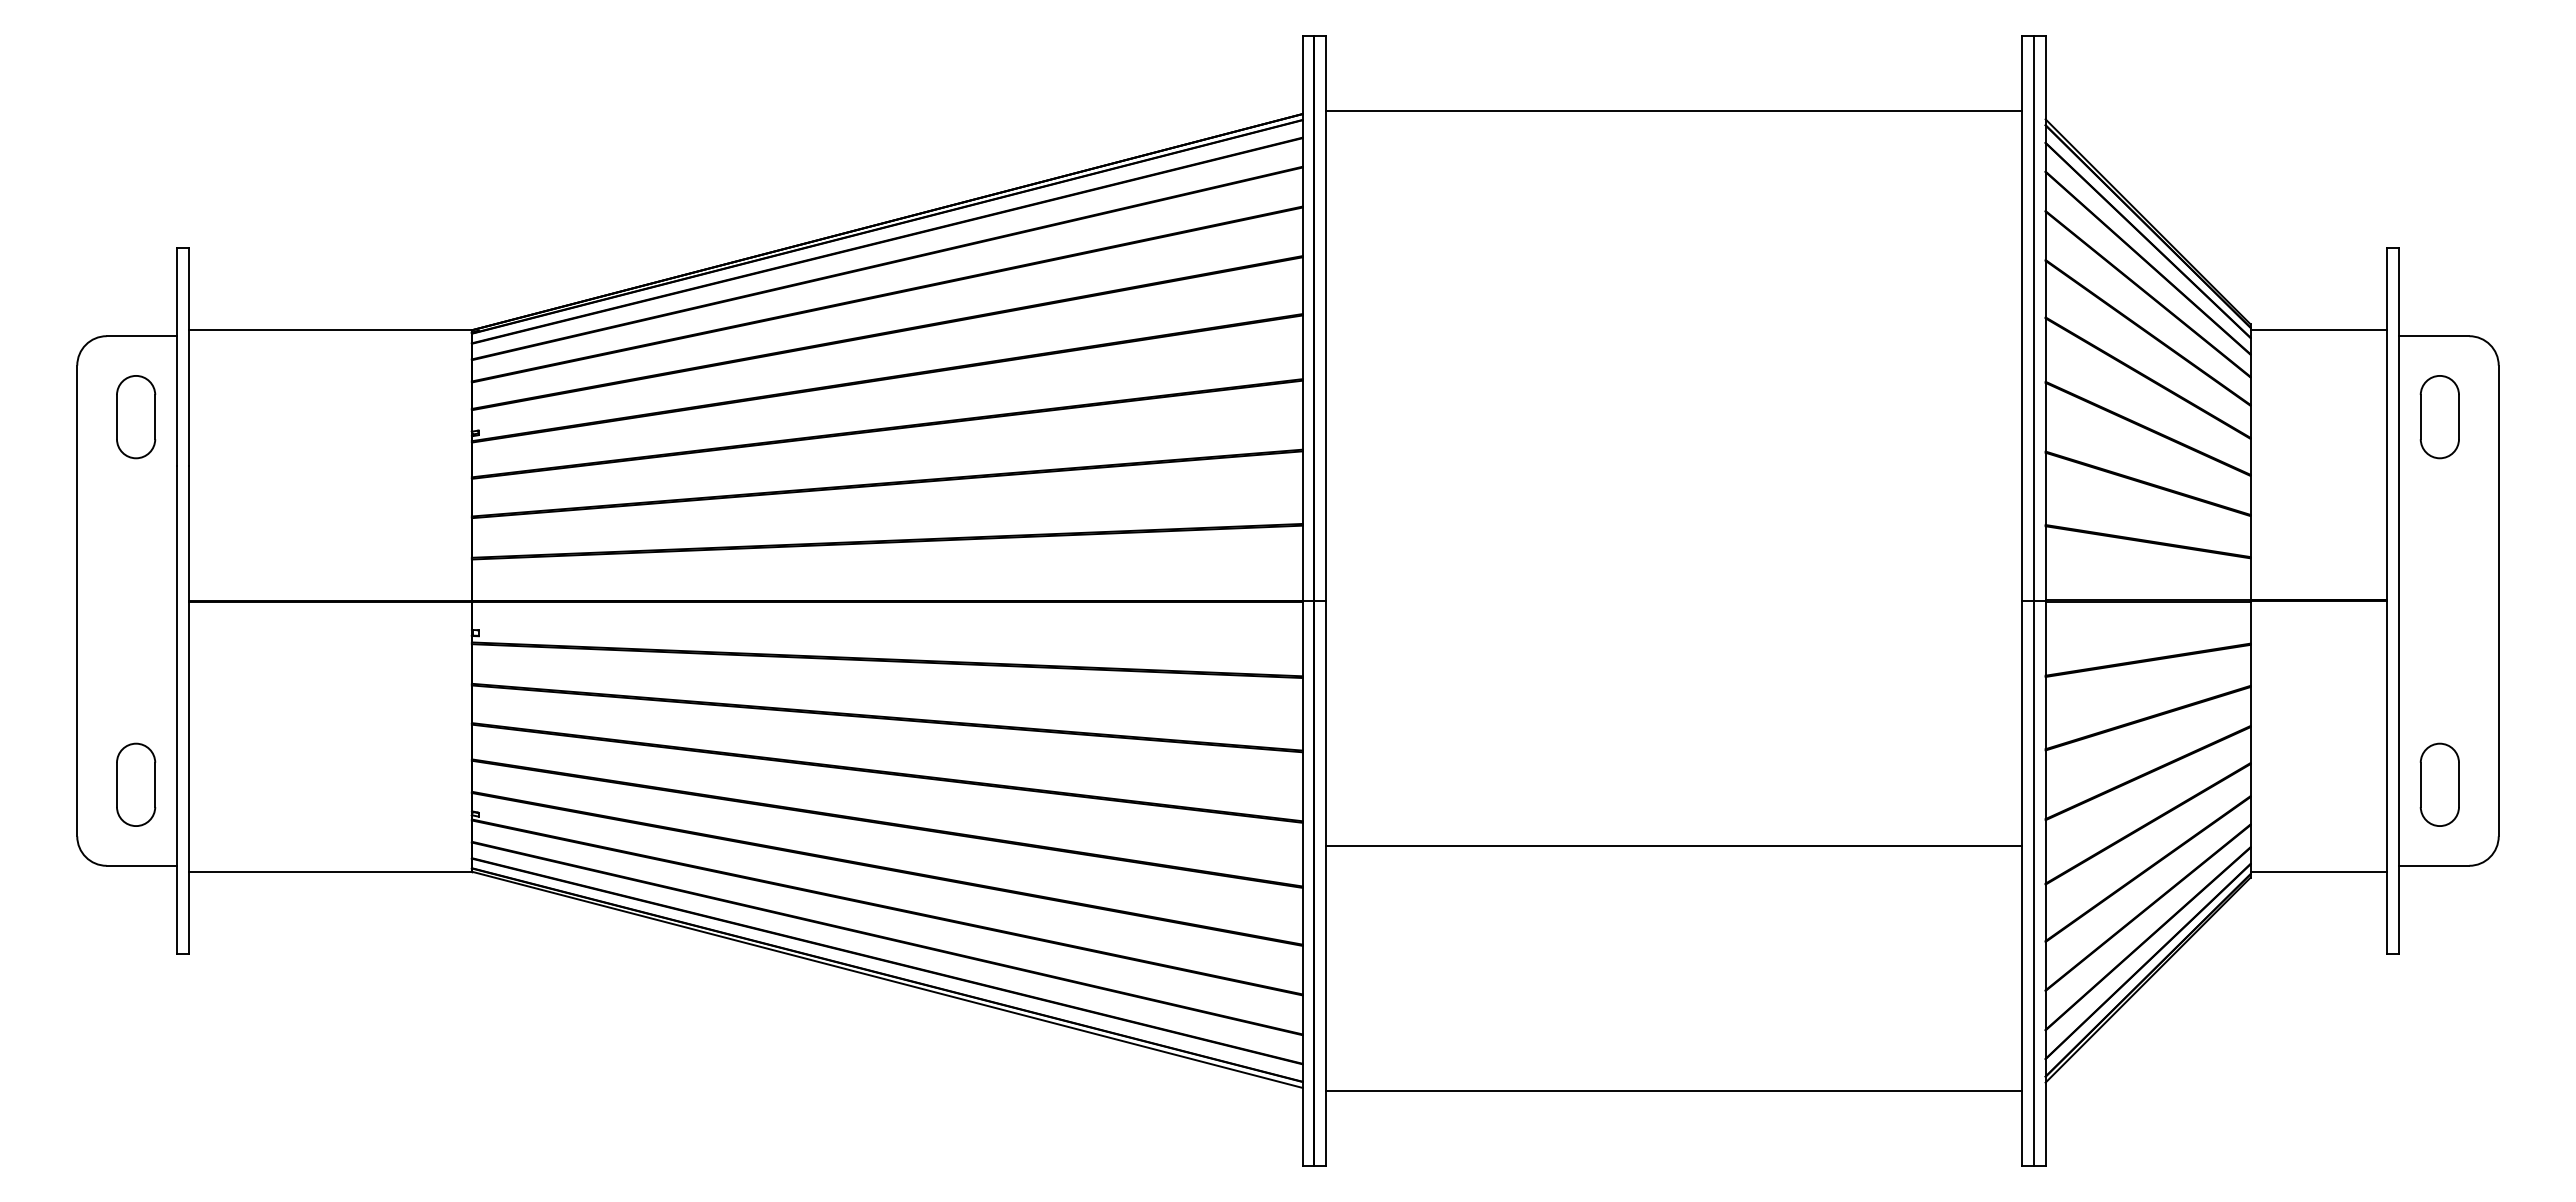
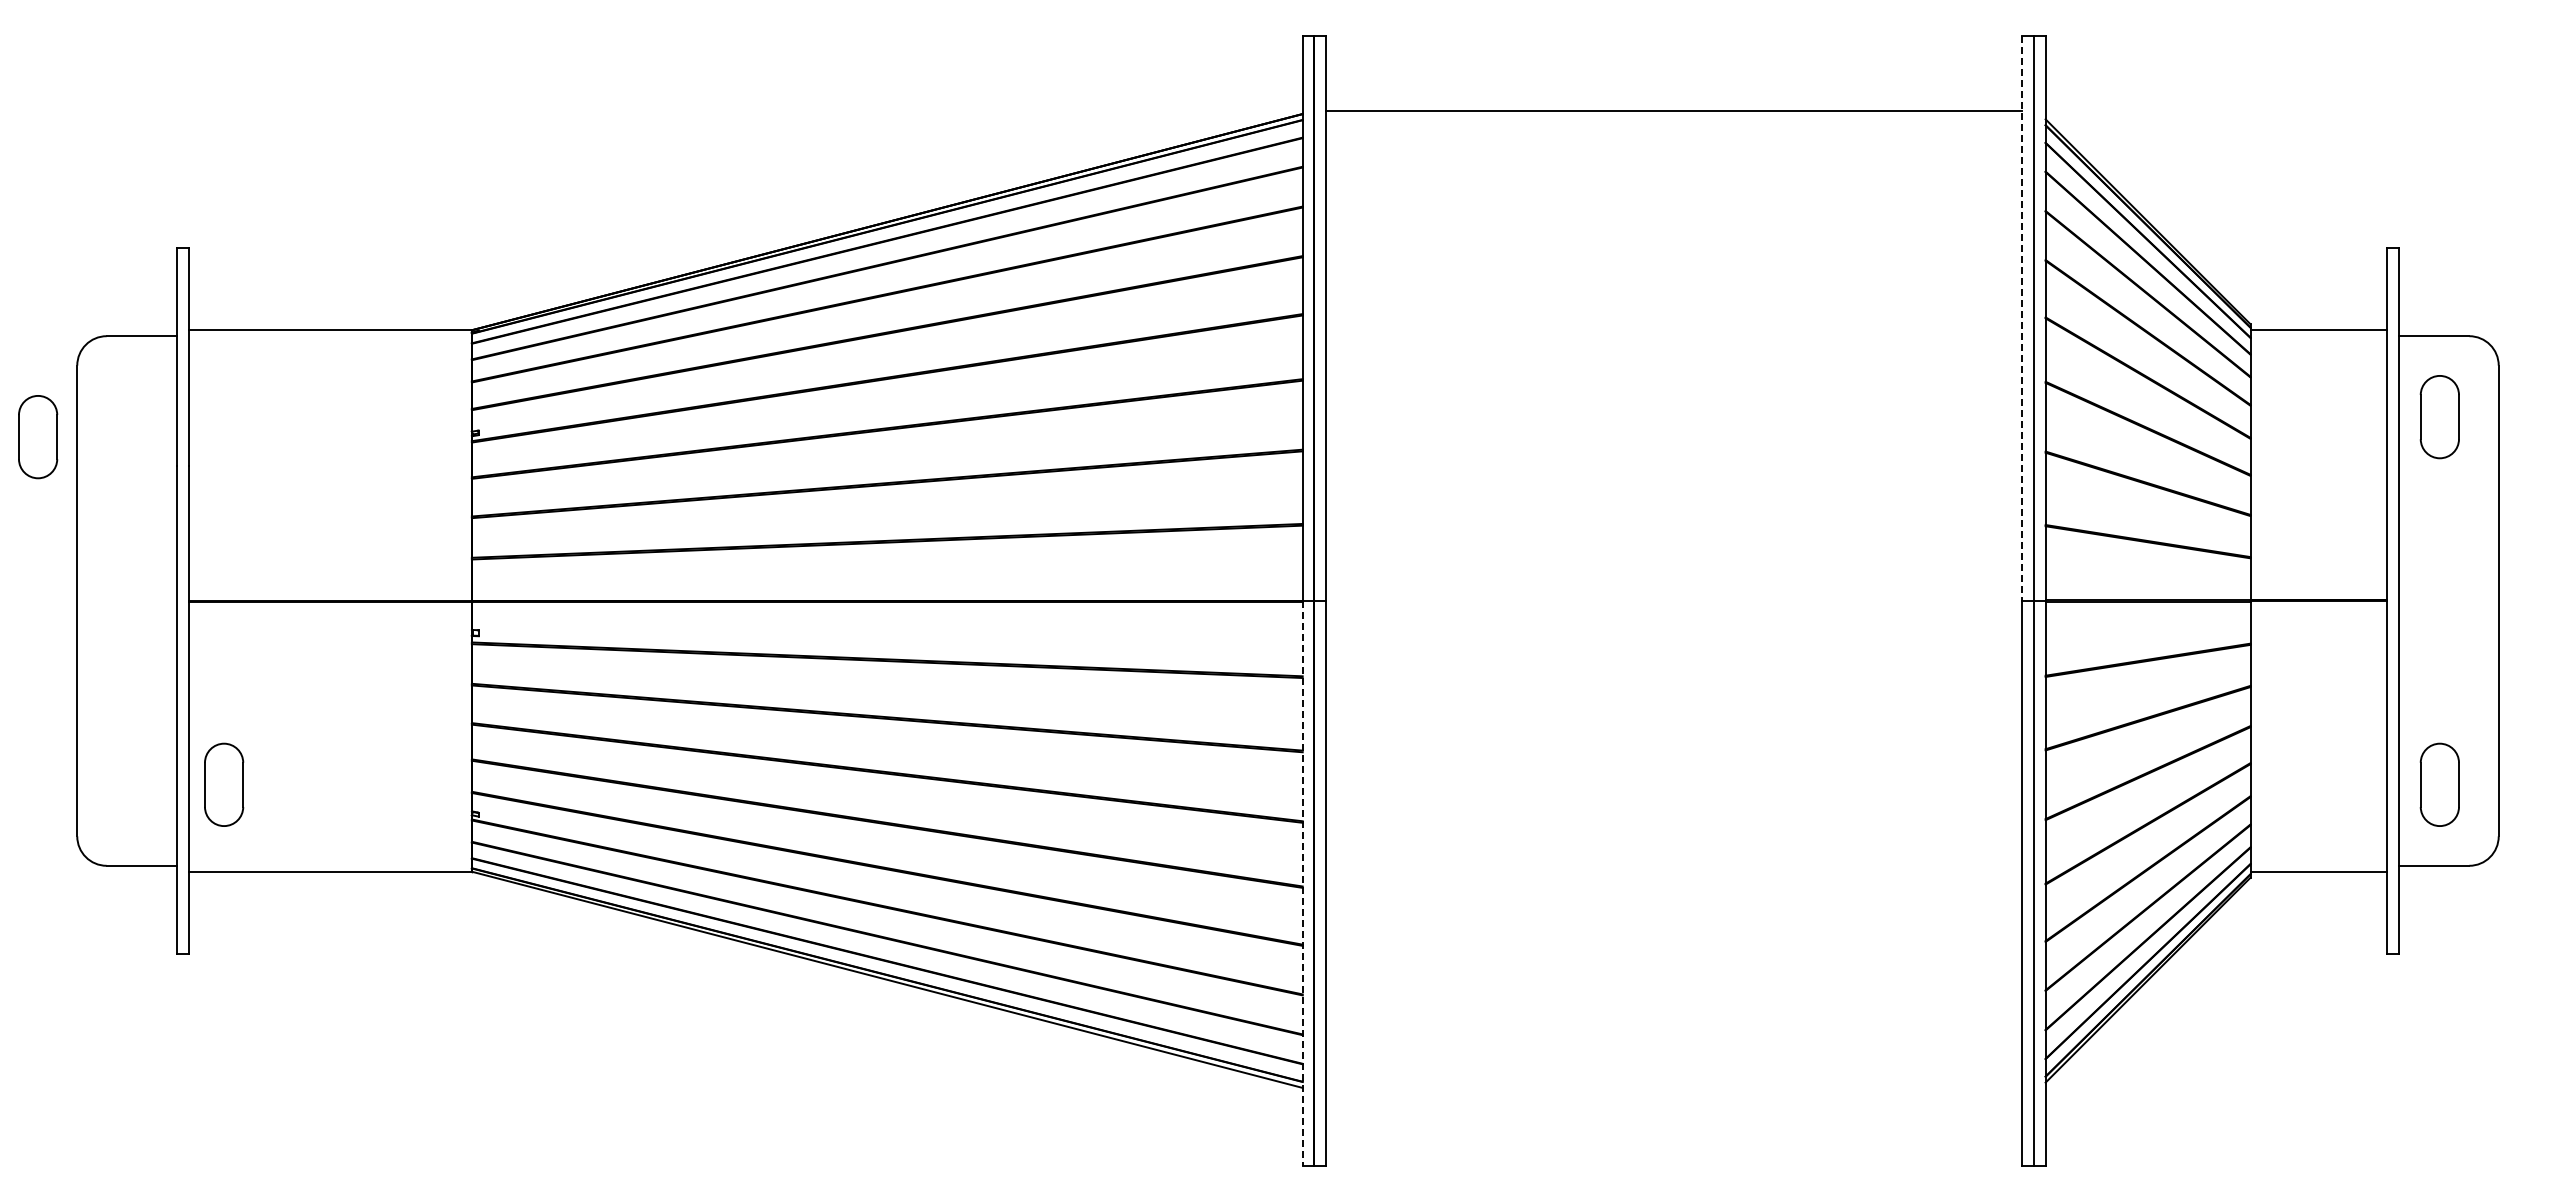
line at (2022, 319): solid -> dashed
part at (136, 417) position: (136, 417) -> (38, 437)
part at (136, 784) position: (136, 784) -> (224, 784)
line at (1674, 845): present -> none
line at (1302, 883): solid -> dashed
line at (1674, 1090): present -> none
